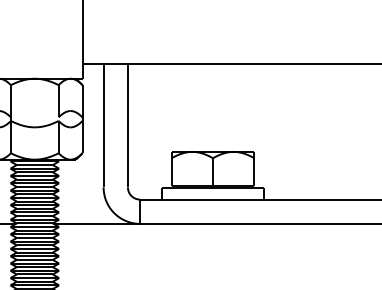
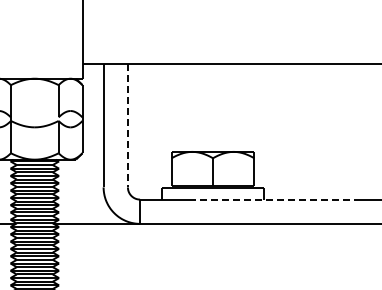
line at (127, 125): solid -> dashed
line at (275, 199): solid -> dashed
